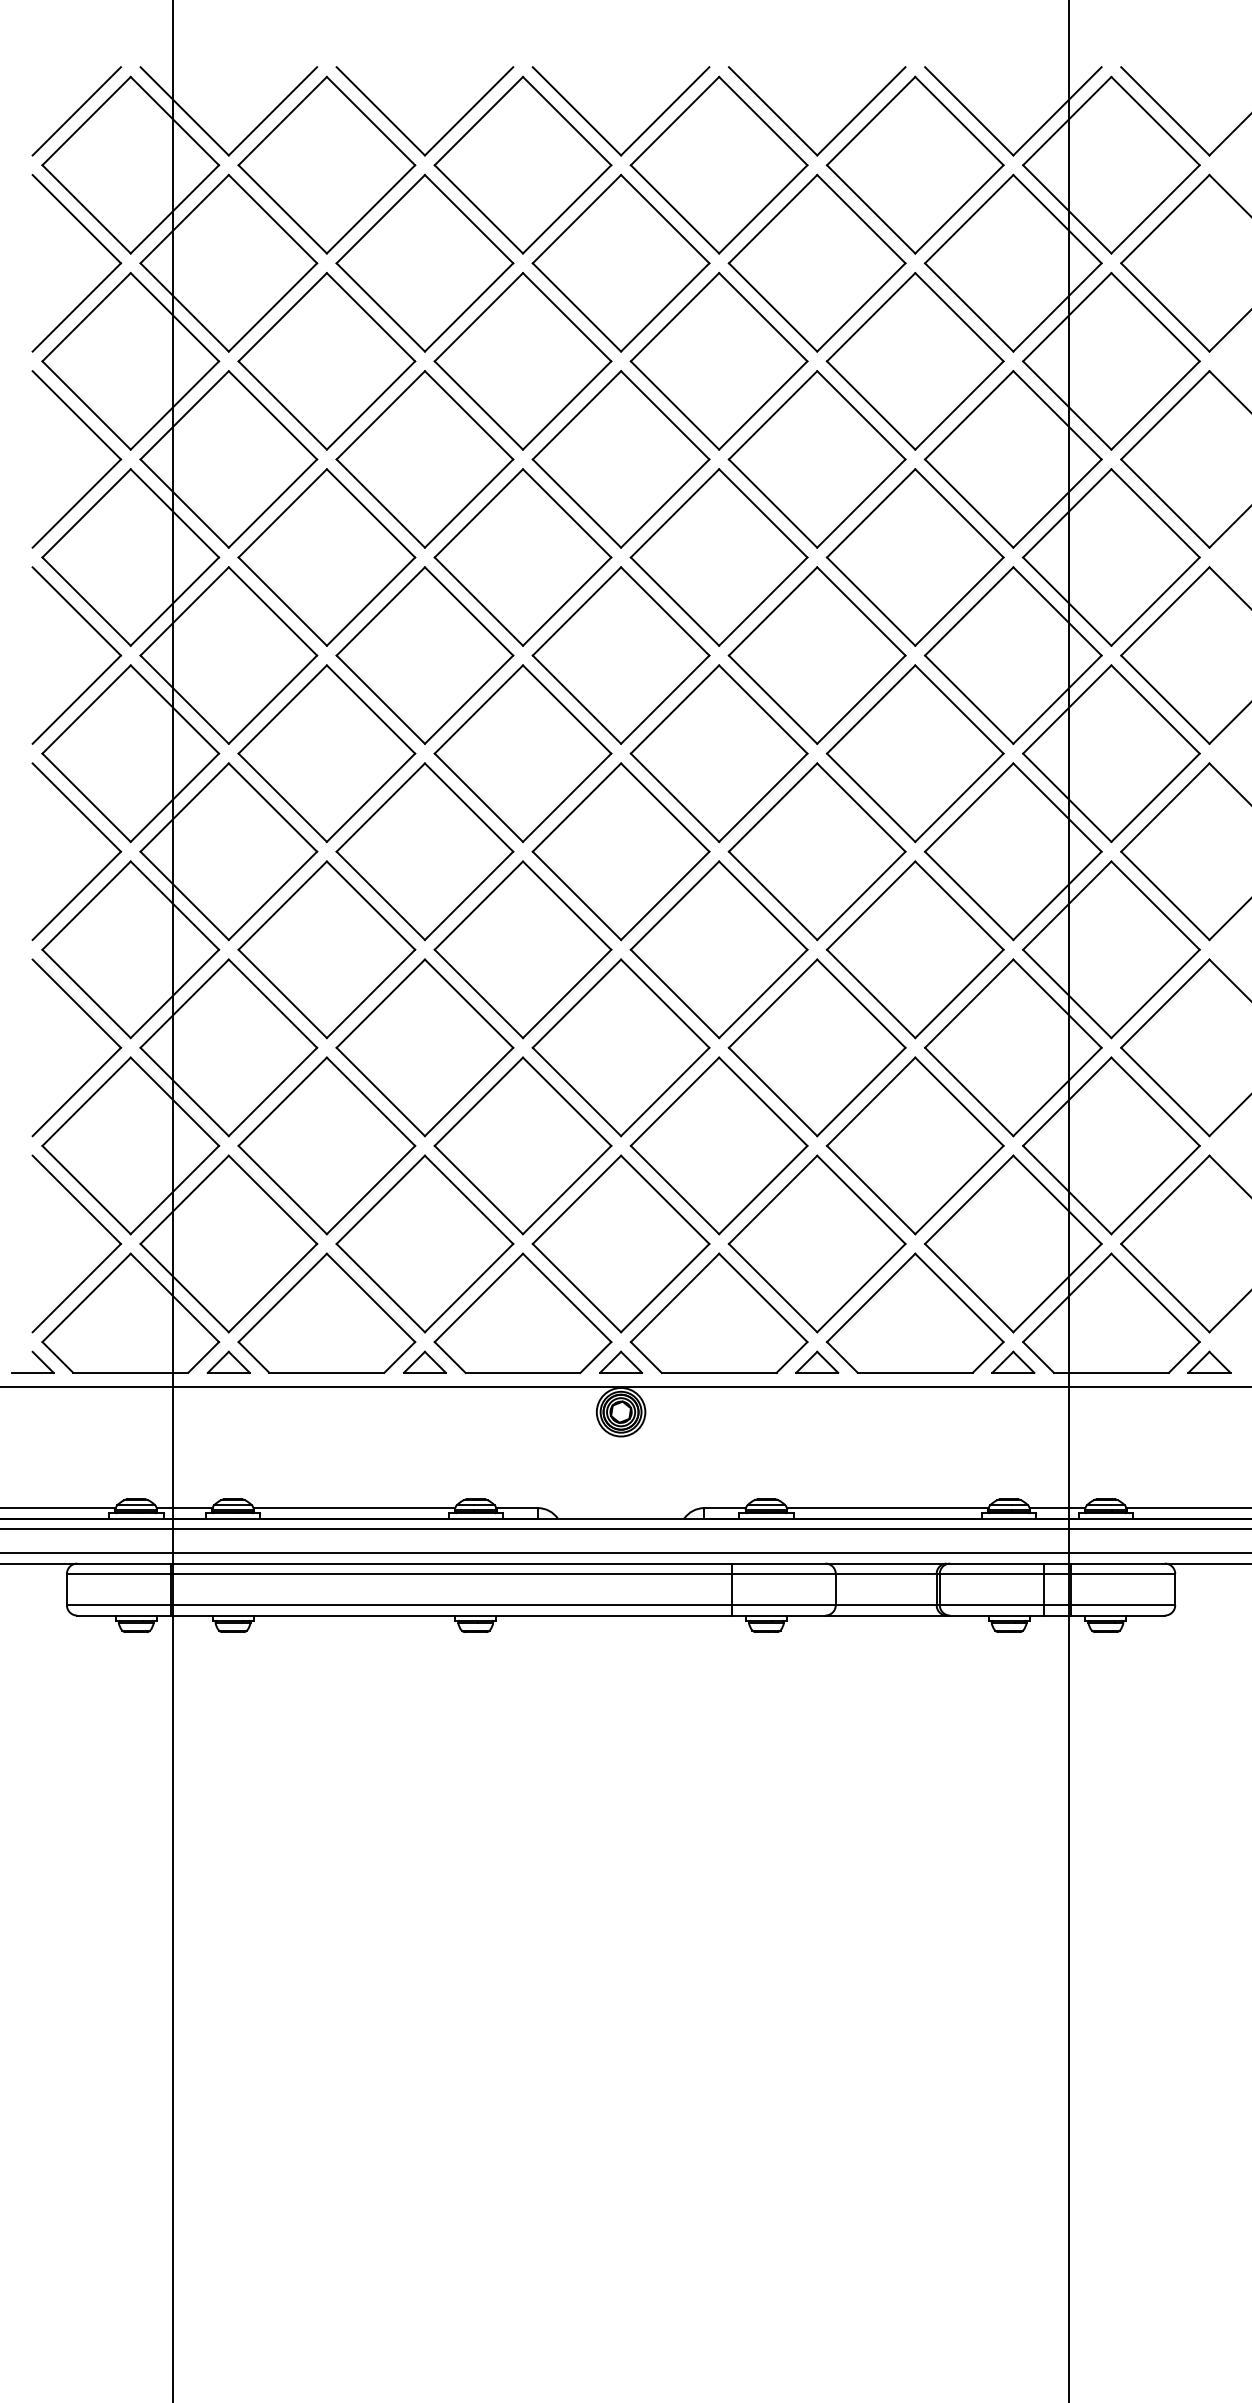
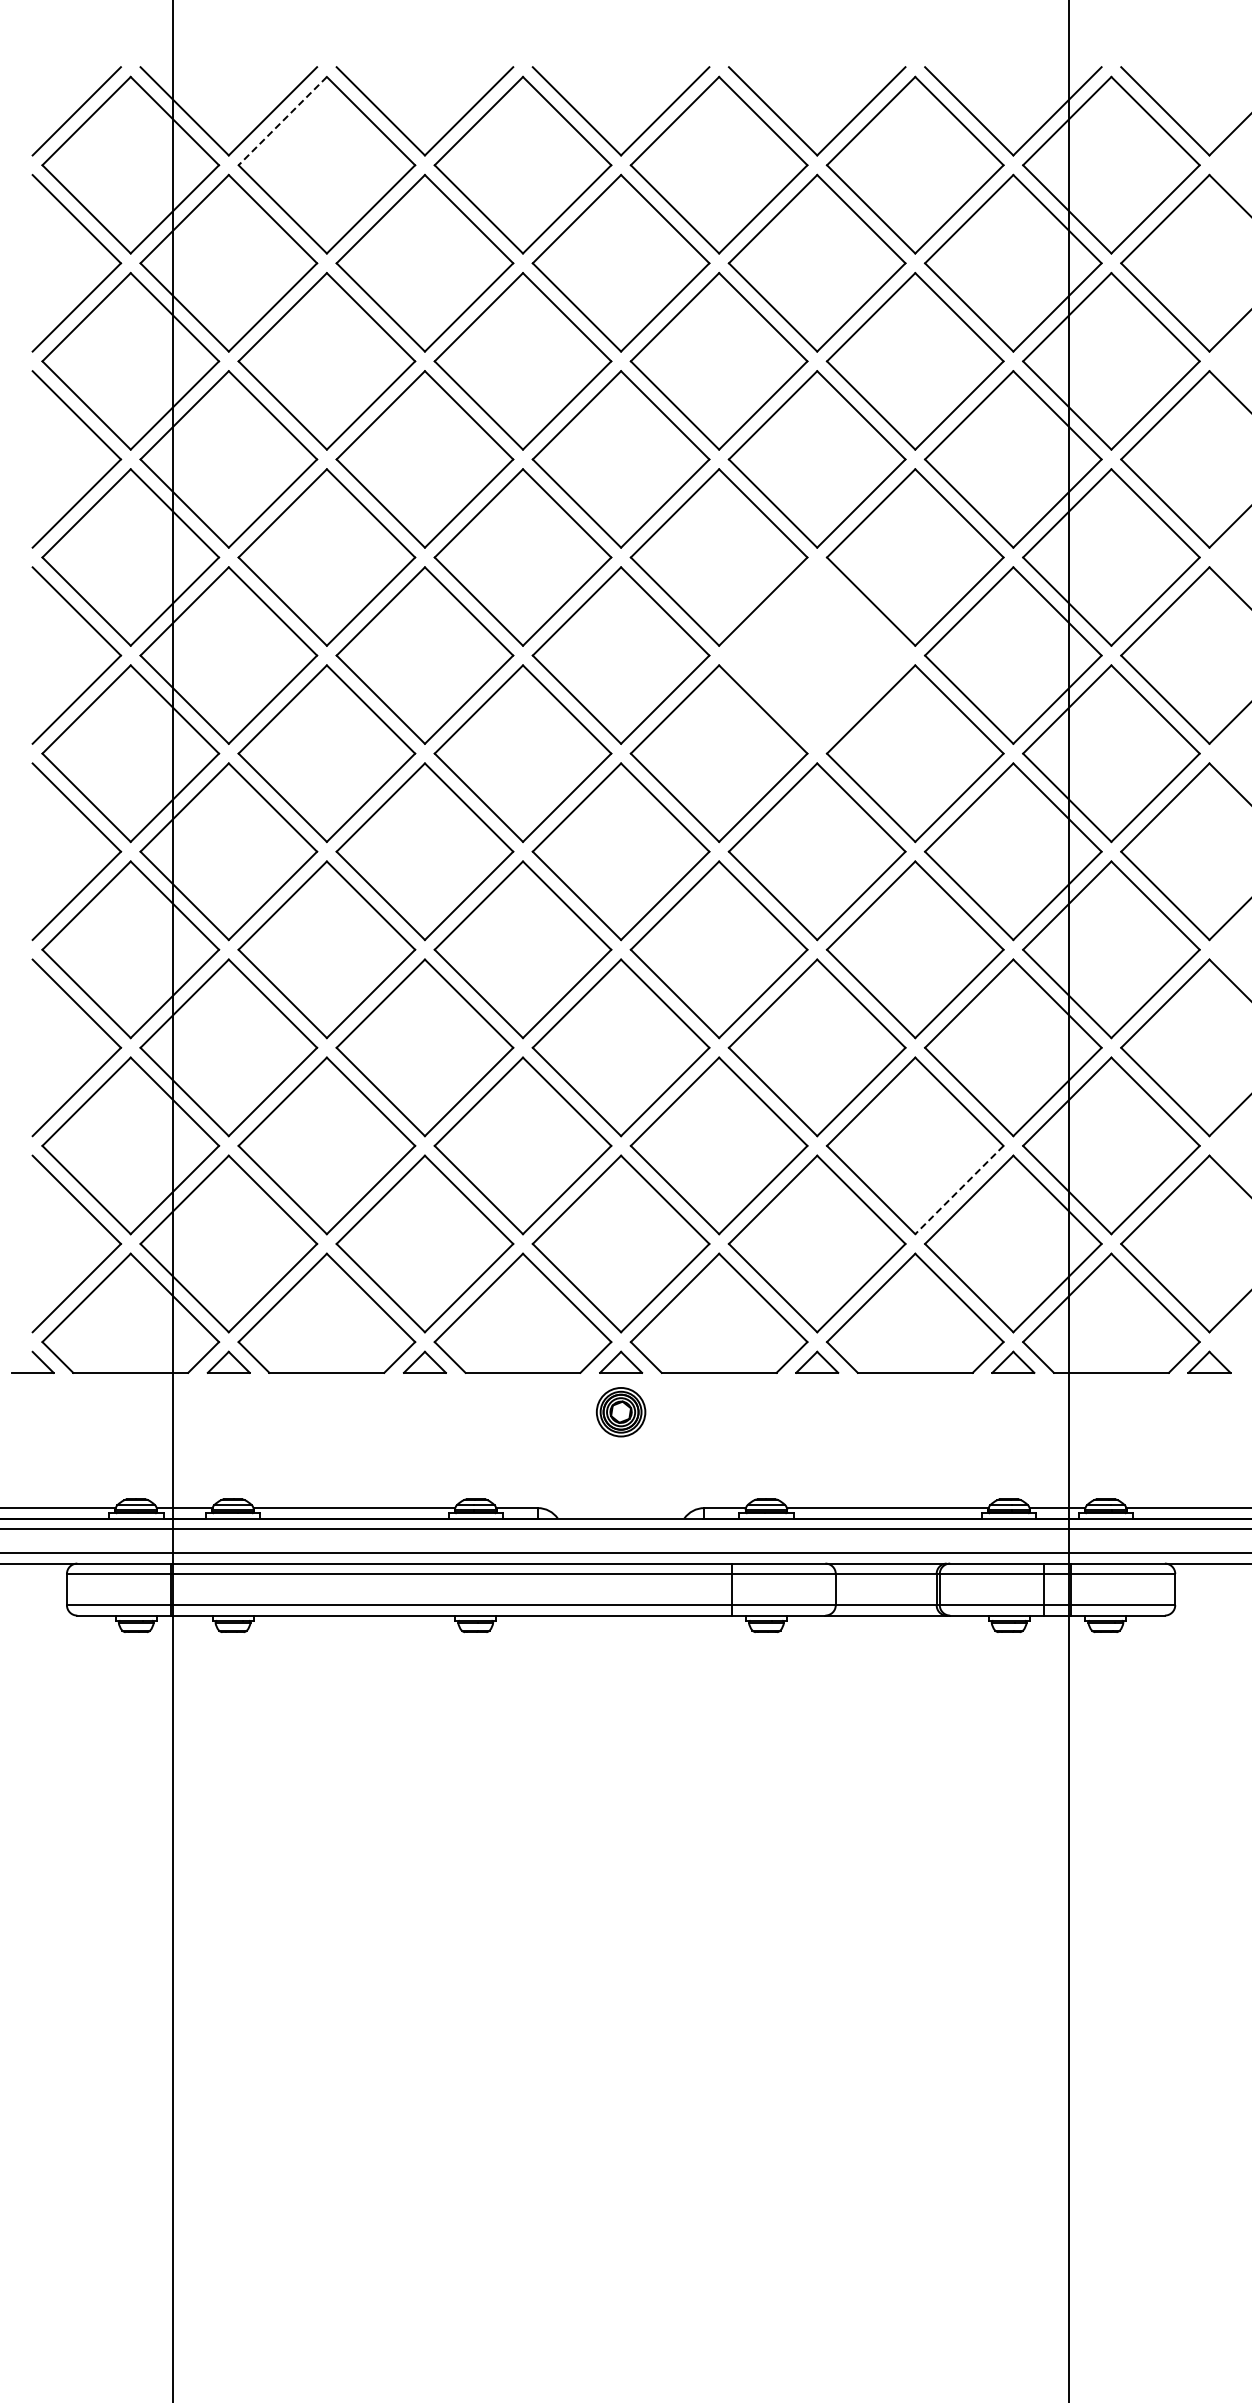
line at (282, 121): solid -> dashed
part at (816, 655): present -> none
line at (959, 1190): solid -> dashed
line at (625, 1386): present -> none
